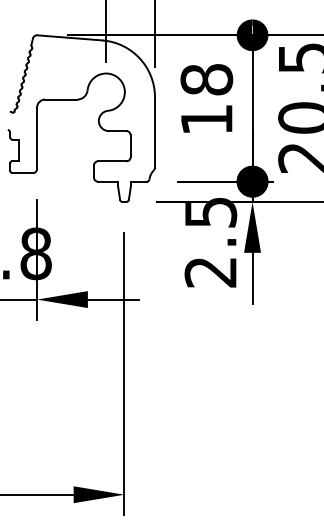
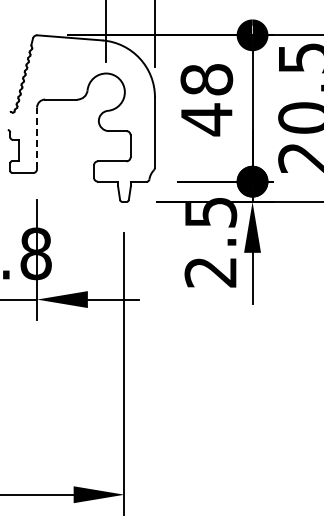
text at (206, 119): 18 -> 48
line at (37, 138): solid -> dashed
